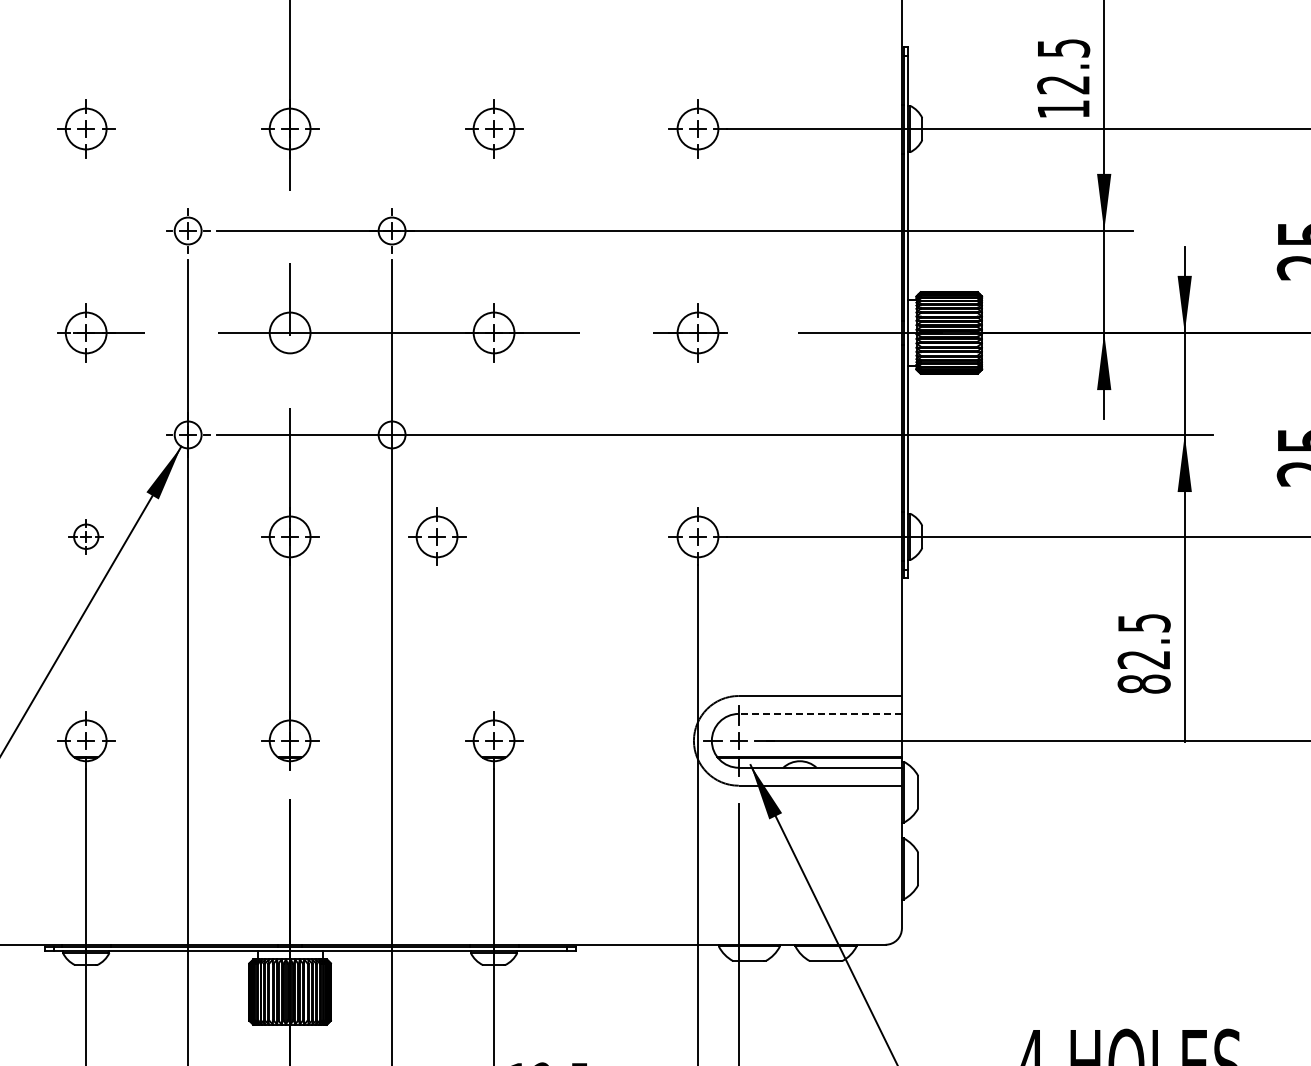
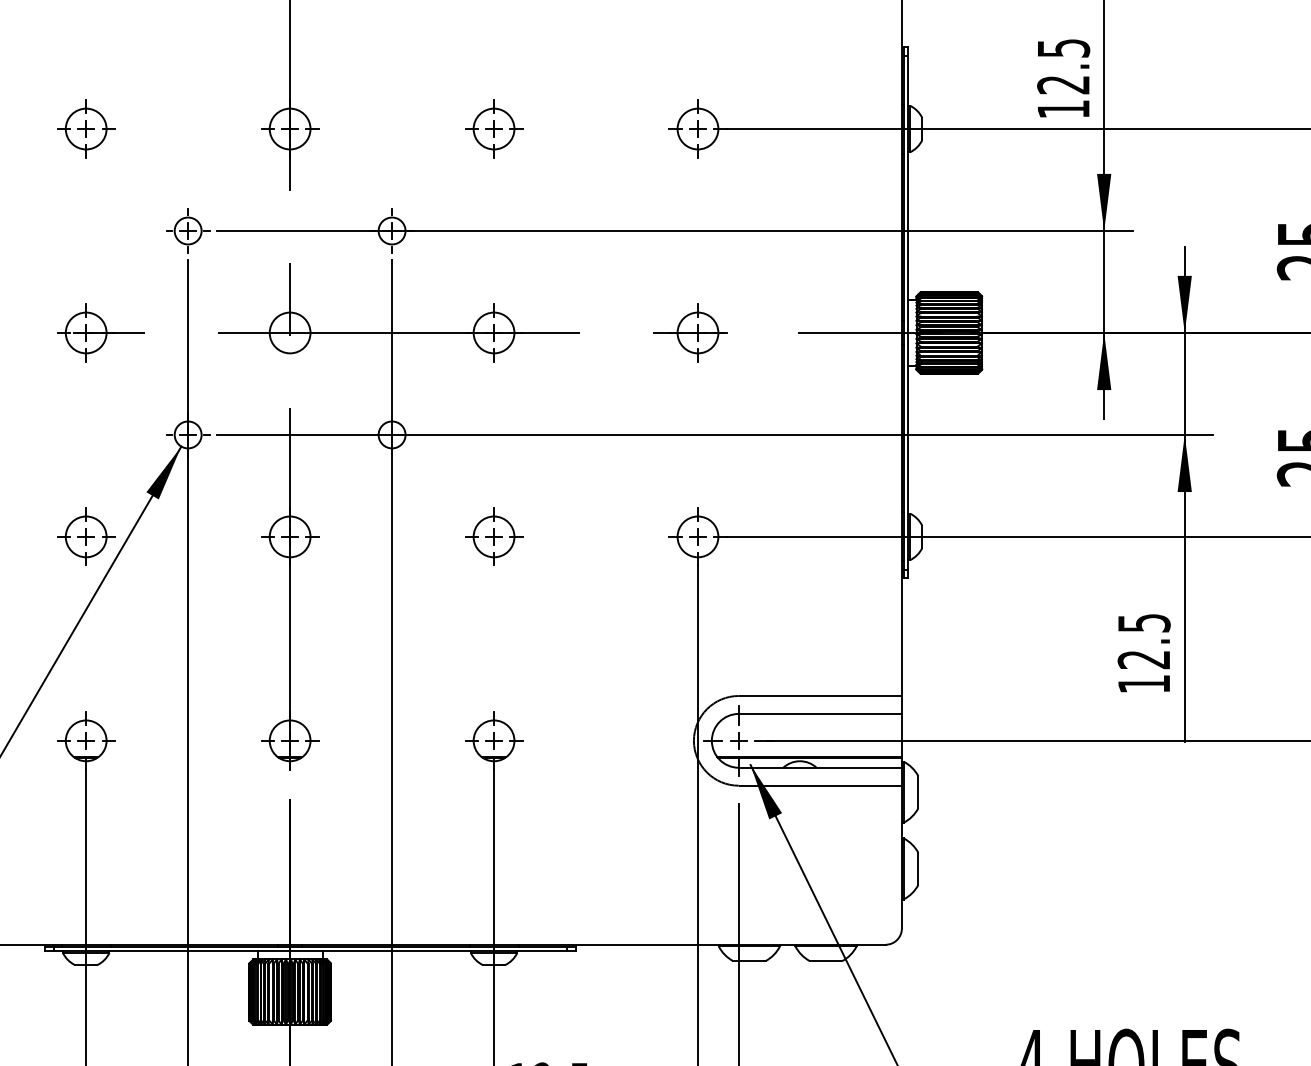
part at (85, 536) size: 36x36 px -> 59x59 px
part at (437, 536) position: (437, 536) -> (494, 536)
text at (1143, 683): 82.5 -> 12.5
line at (820, 713): dashed -> solid
